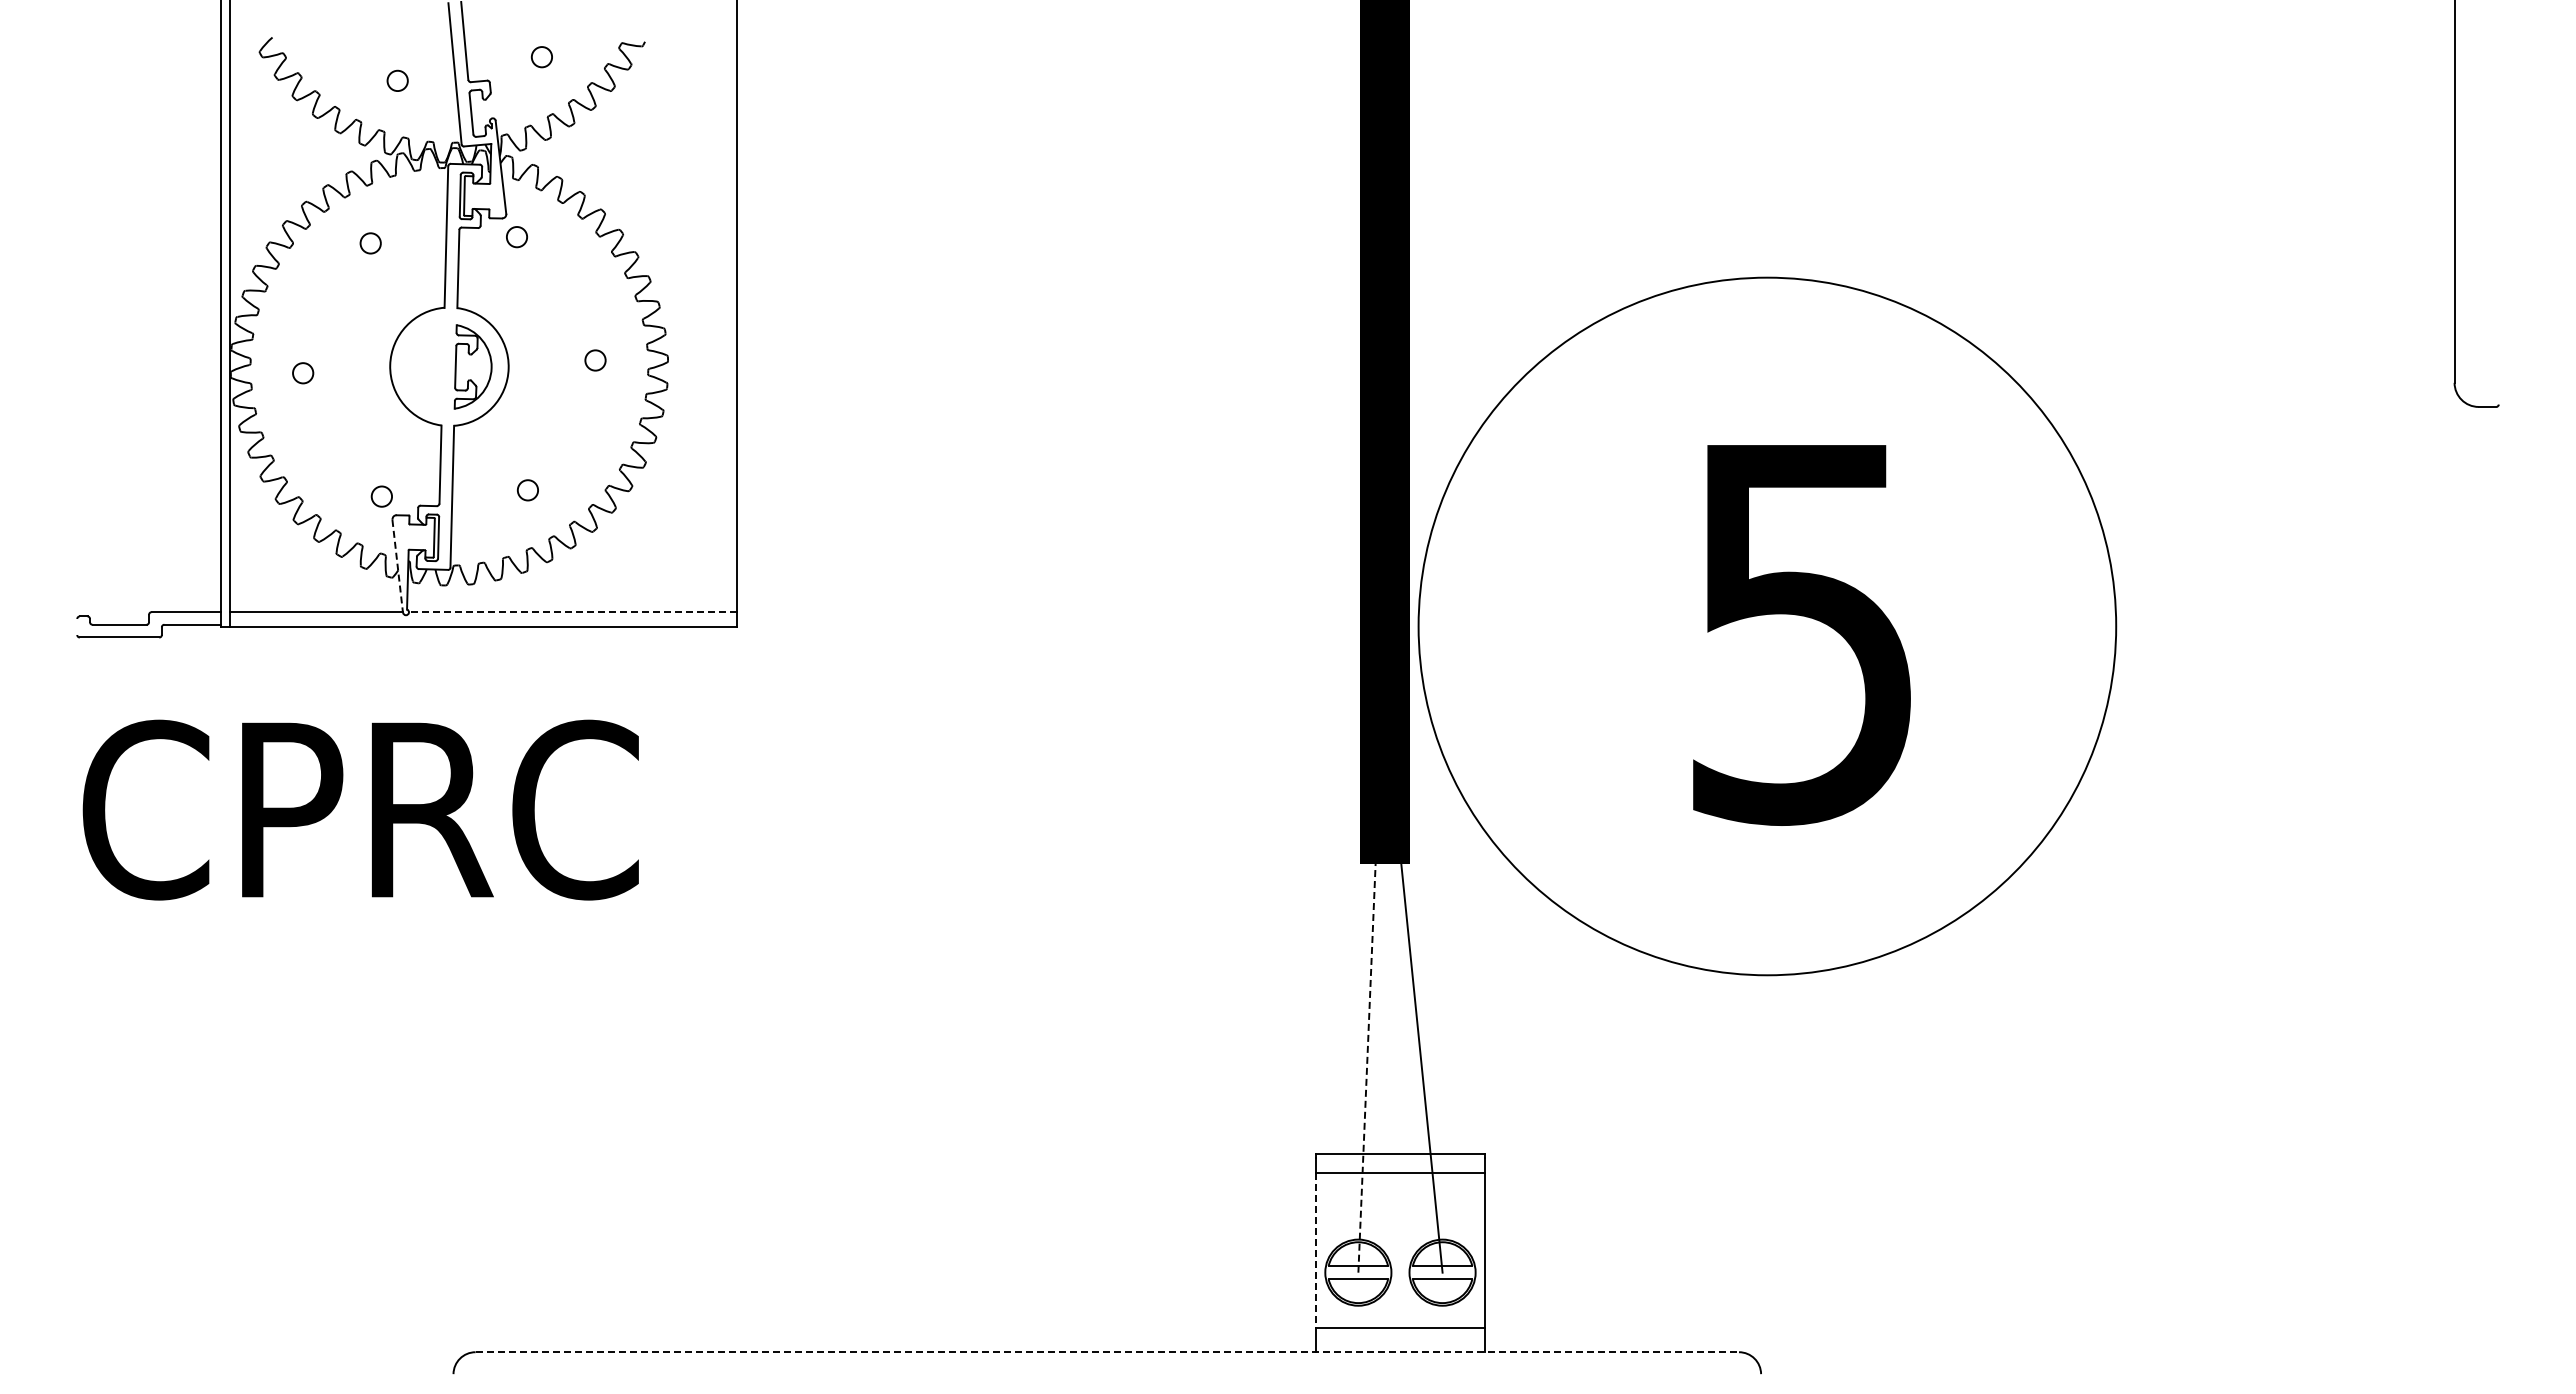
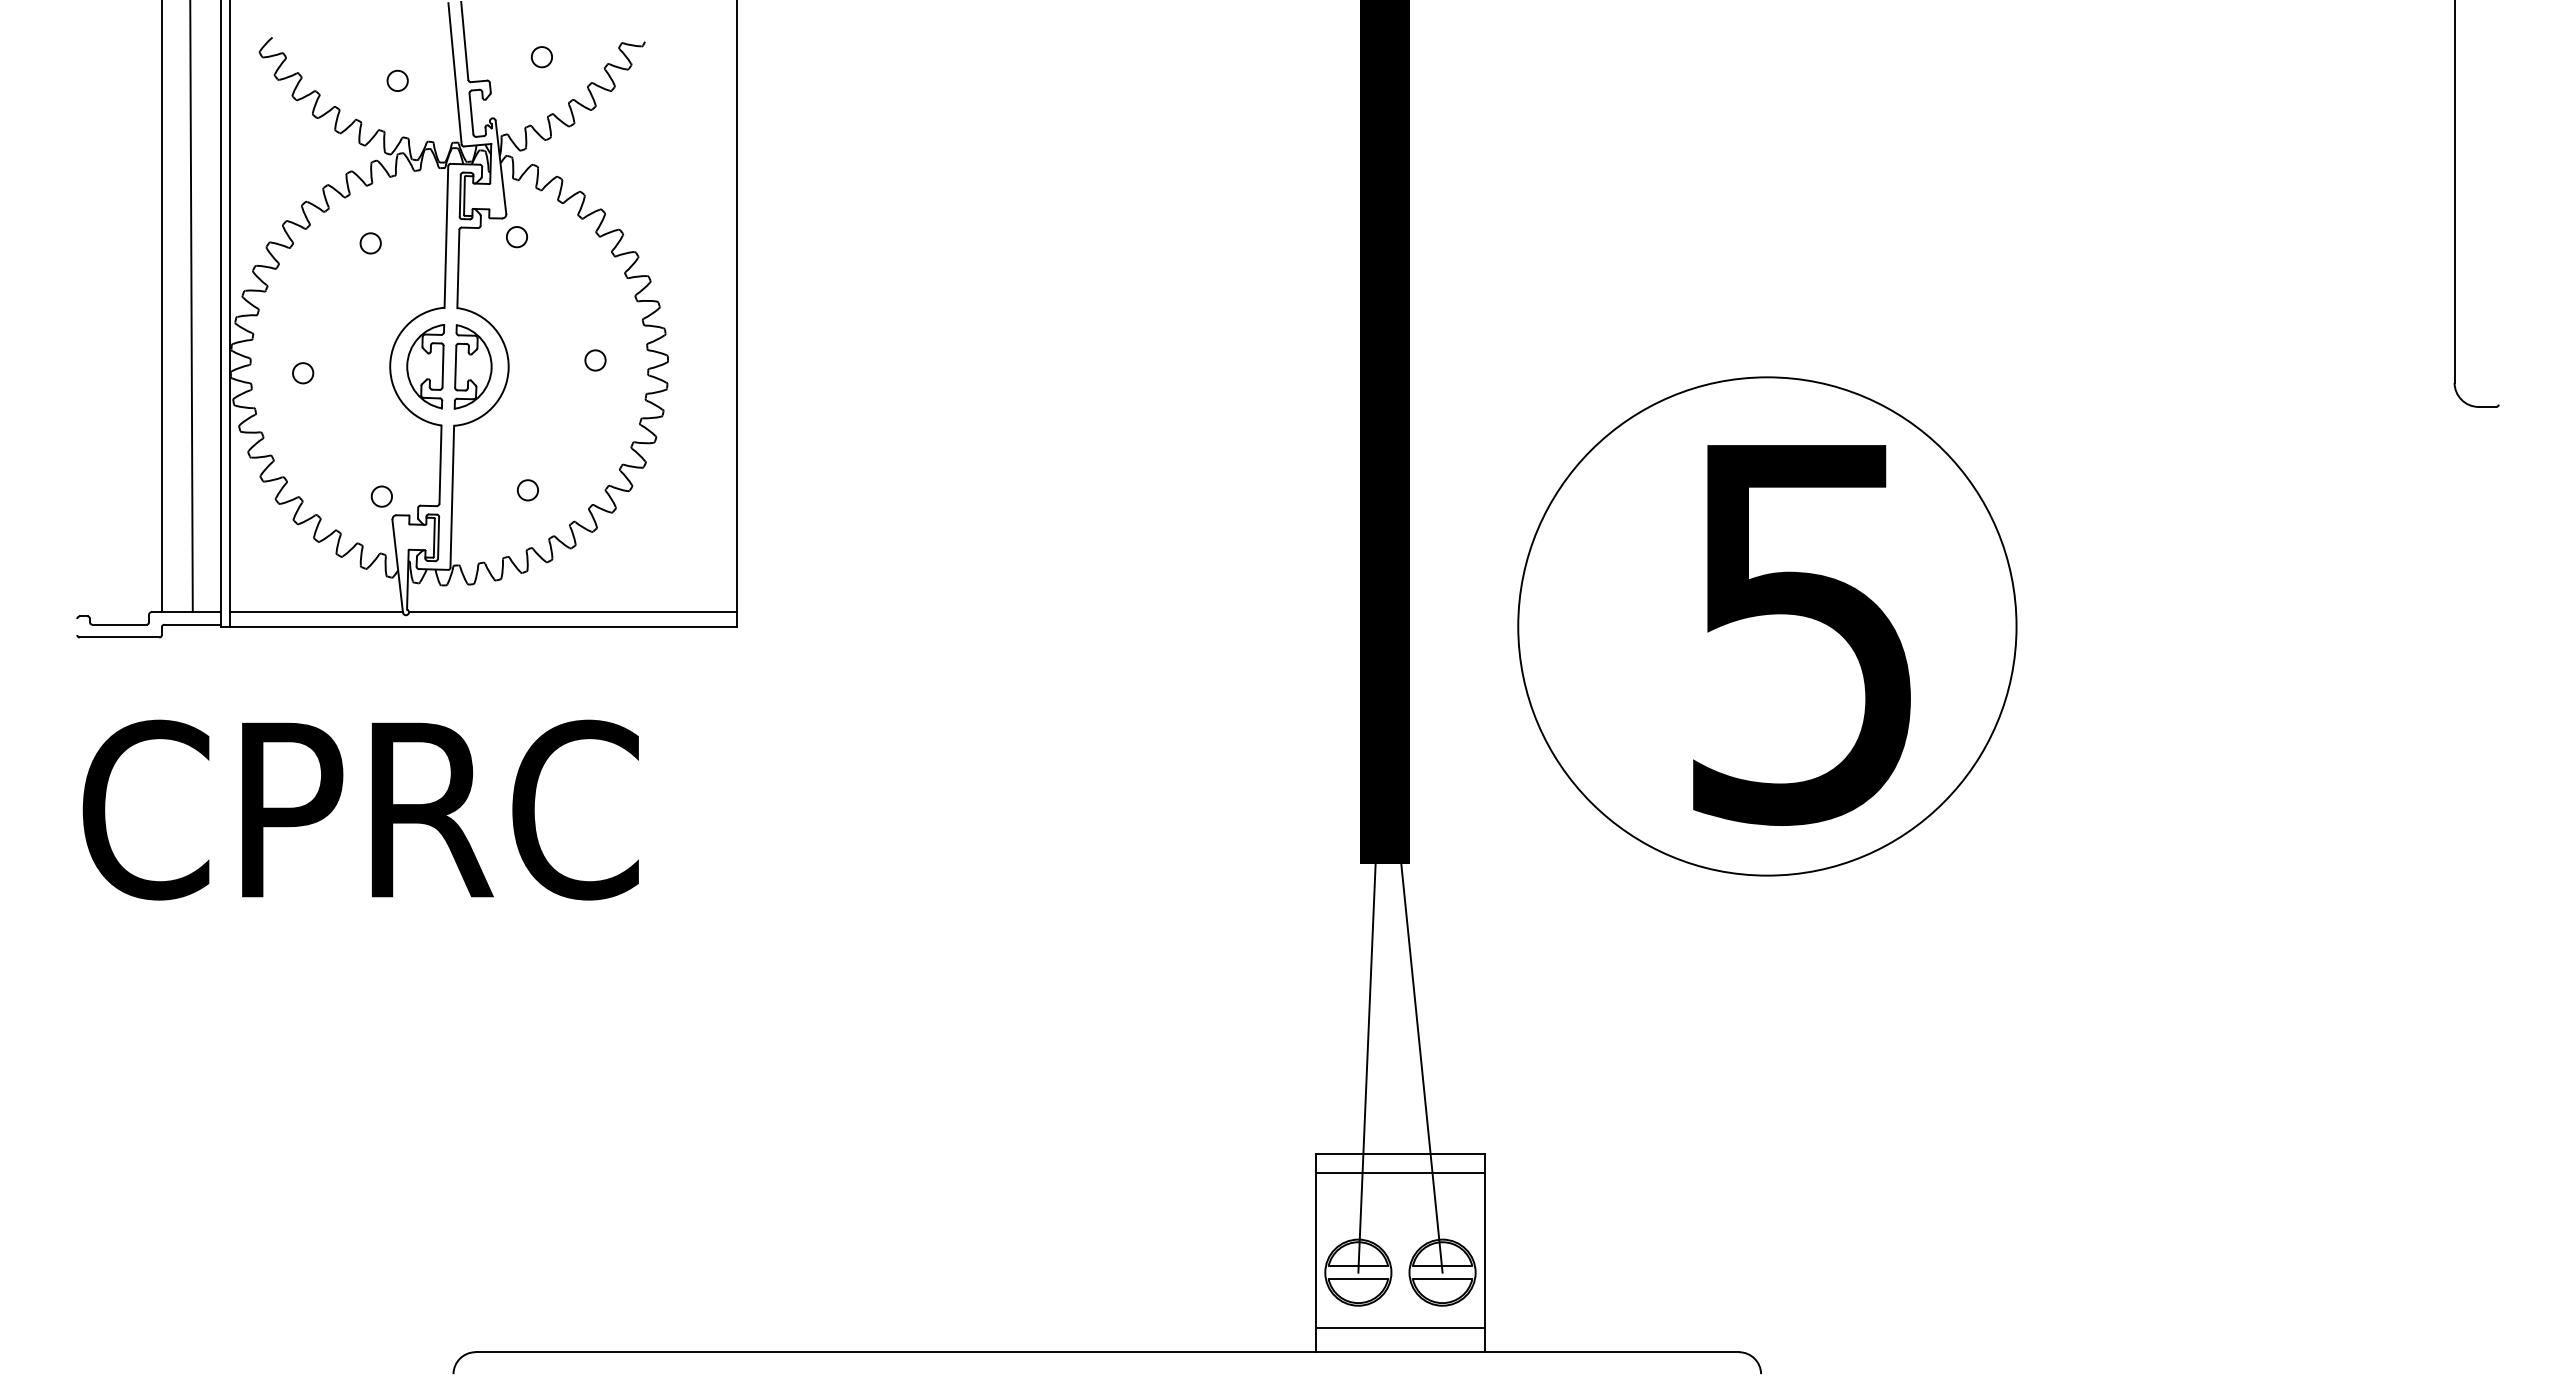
line at (161, 307): none -> present
line at (191, 307): none -> present
part at (425, 366): none -> present
line at (397, 566): dashed -> solid
line at (572, 612): dashed -> solid
circle at (1767, 626) diameter: 698 px -> 498 px
line at (1367, 1049): dashed -> solid
line at (1316, 1251): dashed -> solid
line at (1107, 1352): dashed -> solid
